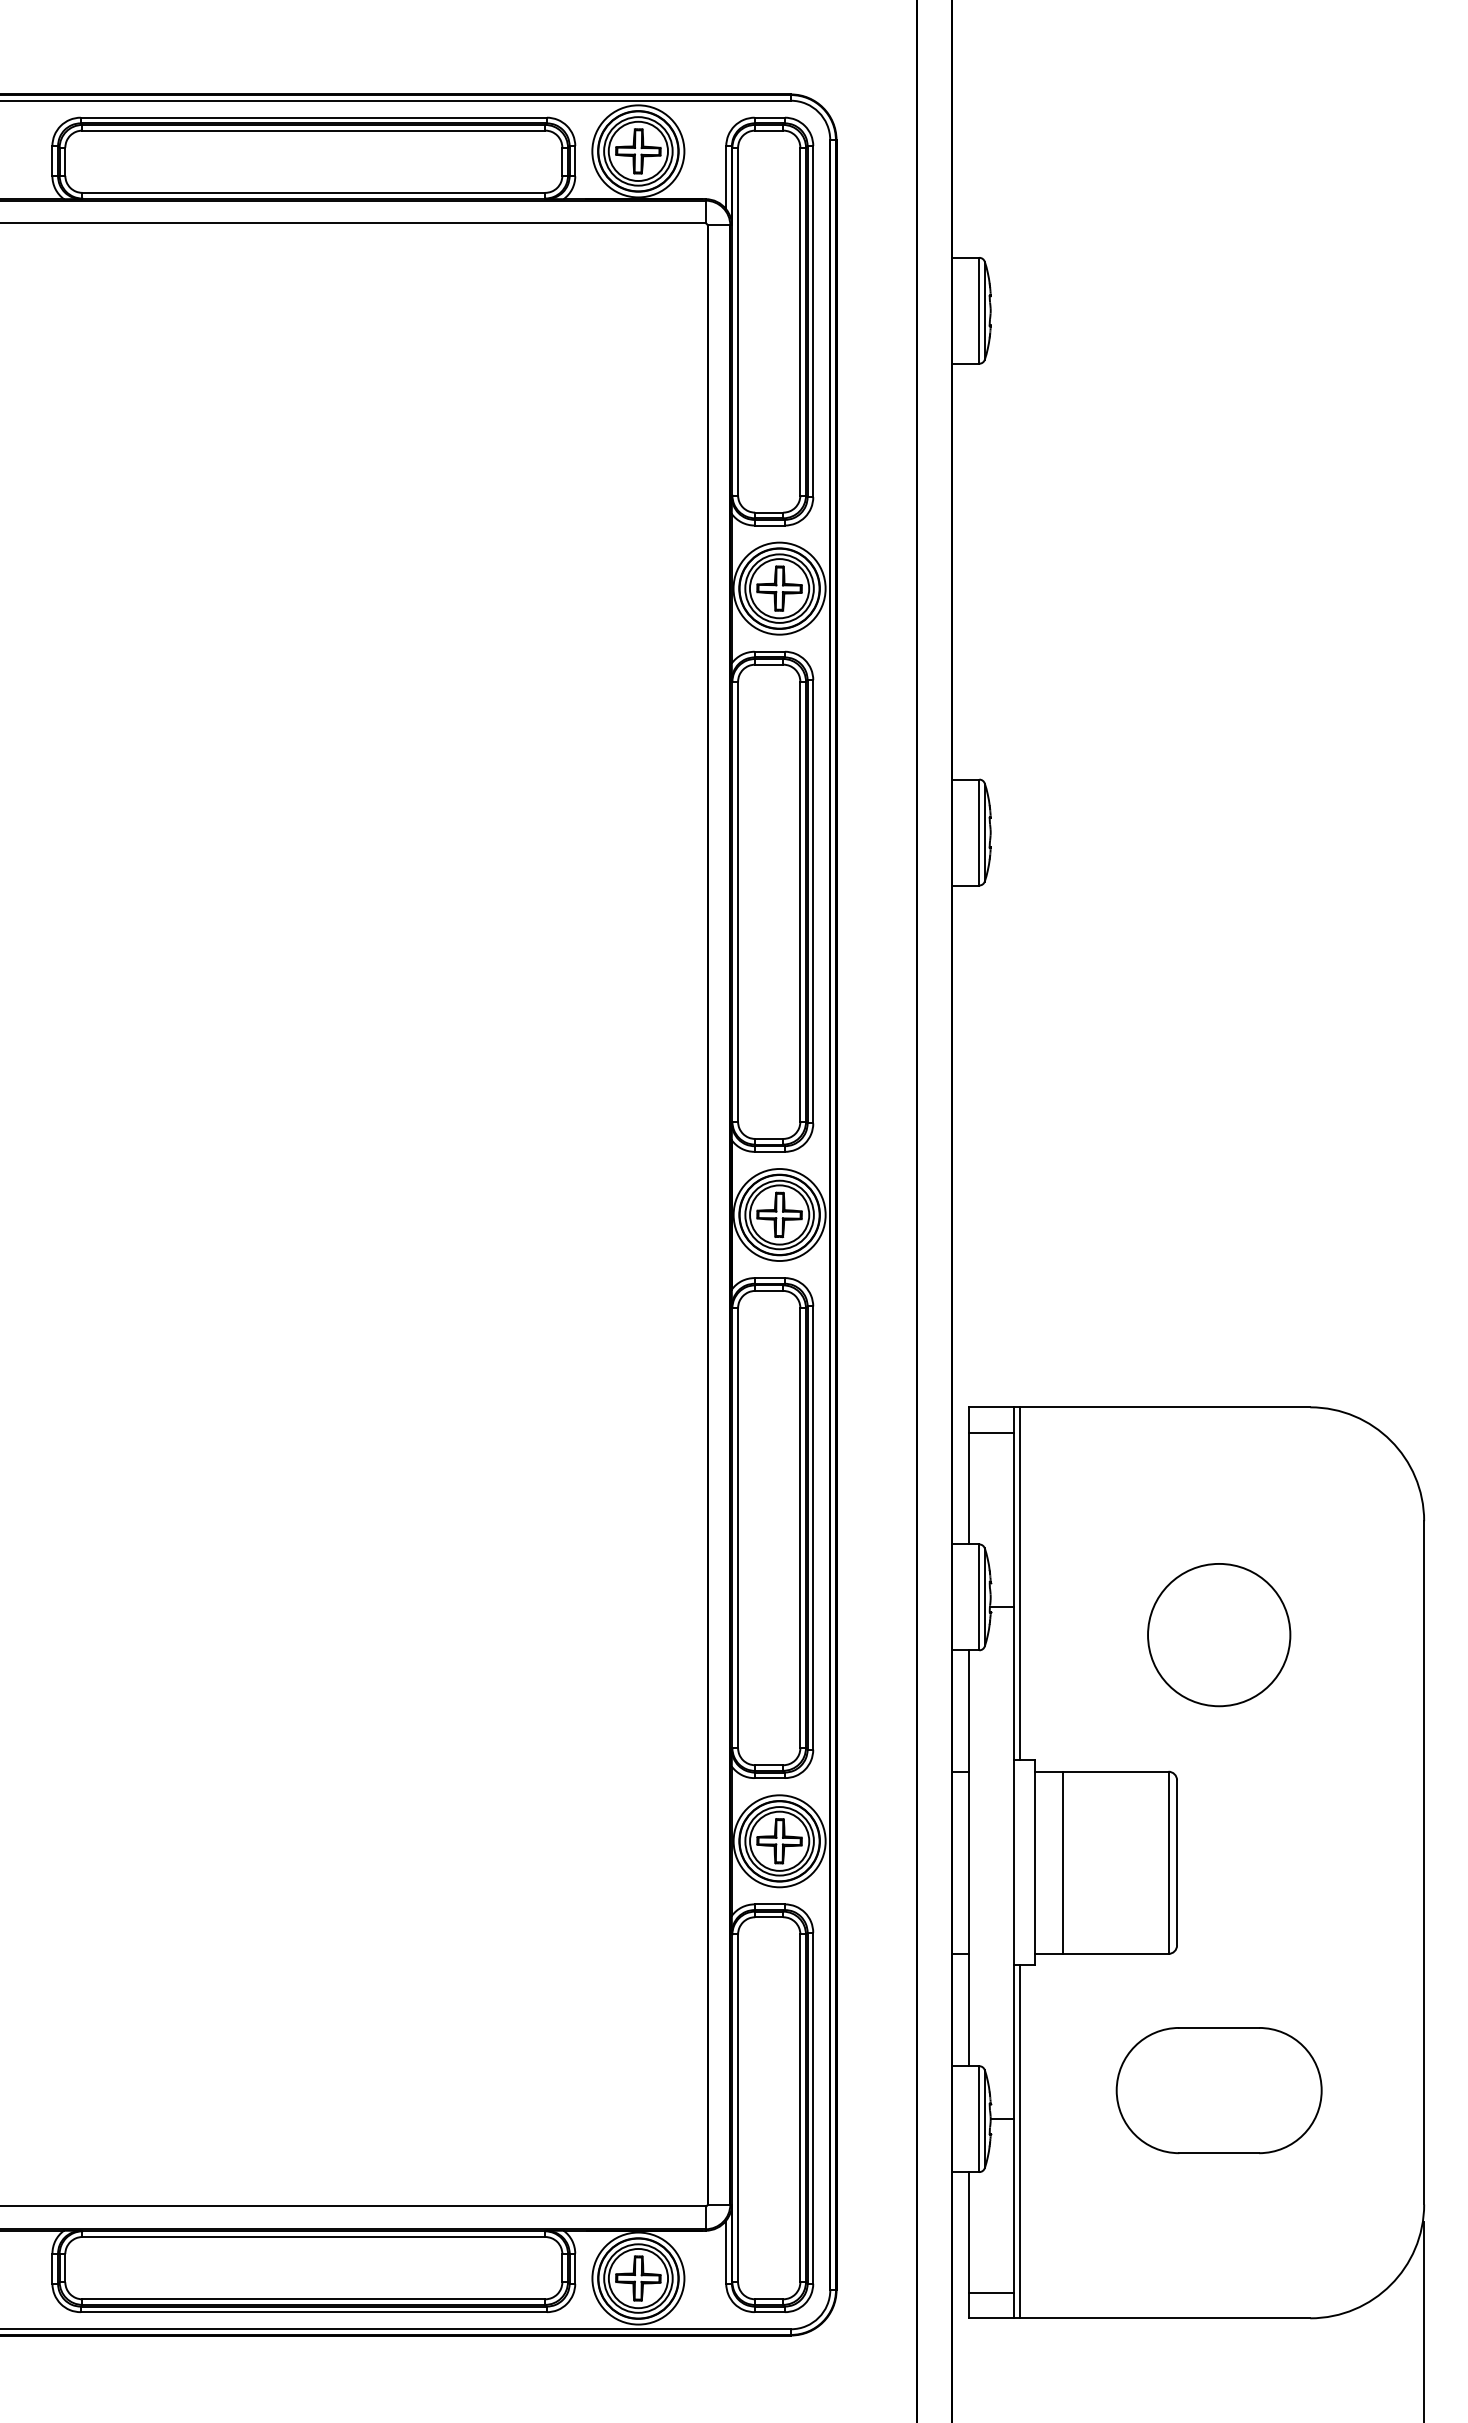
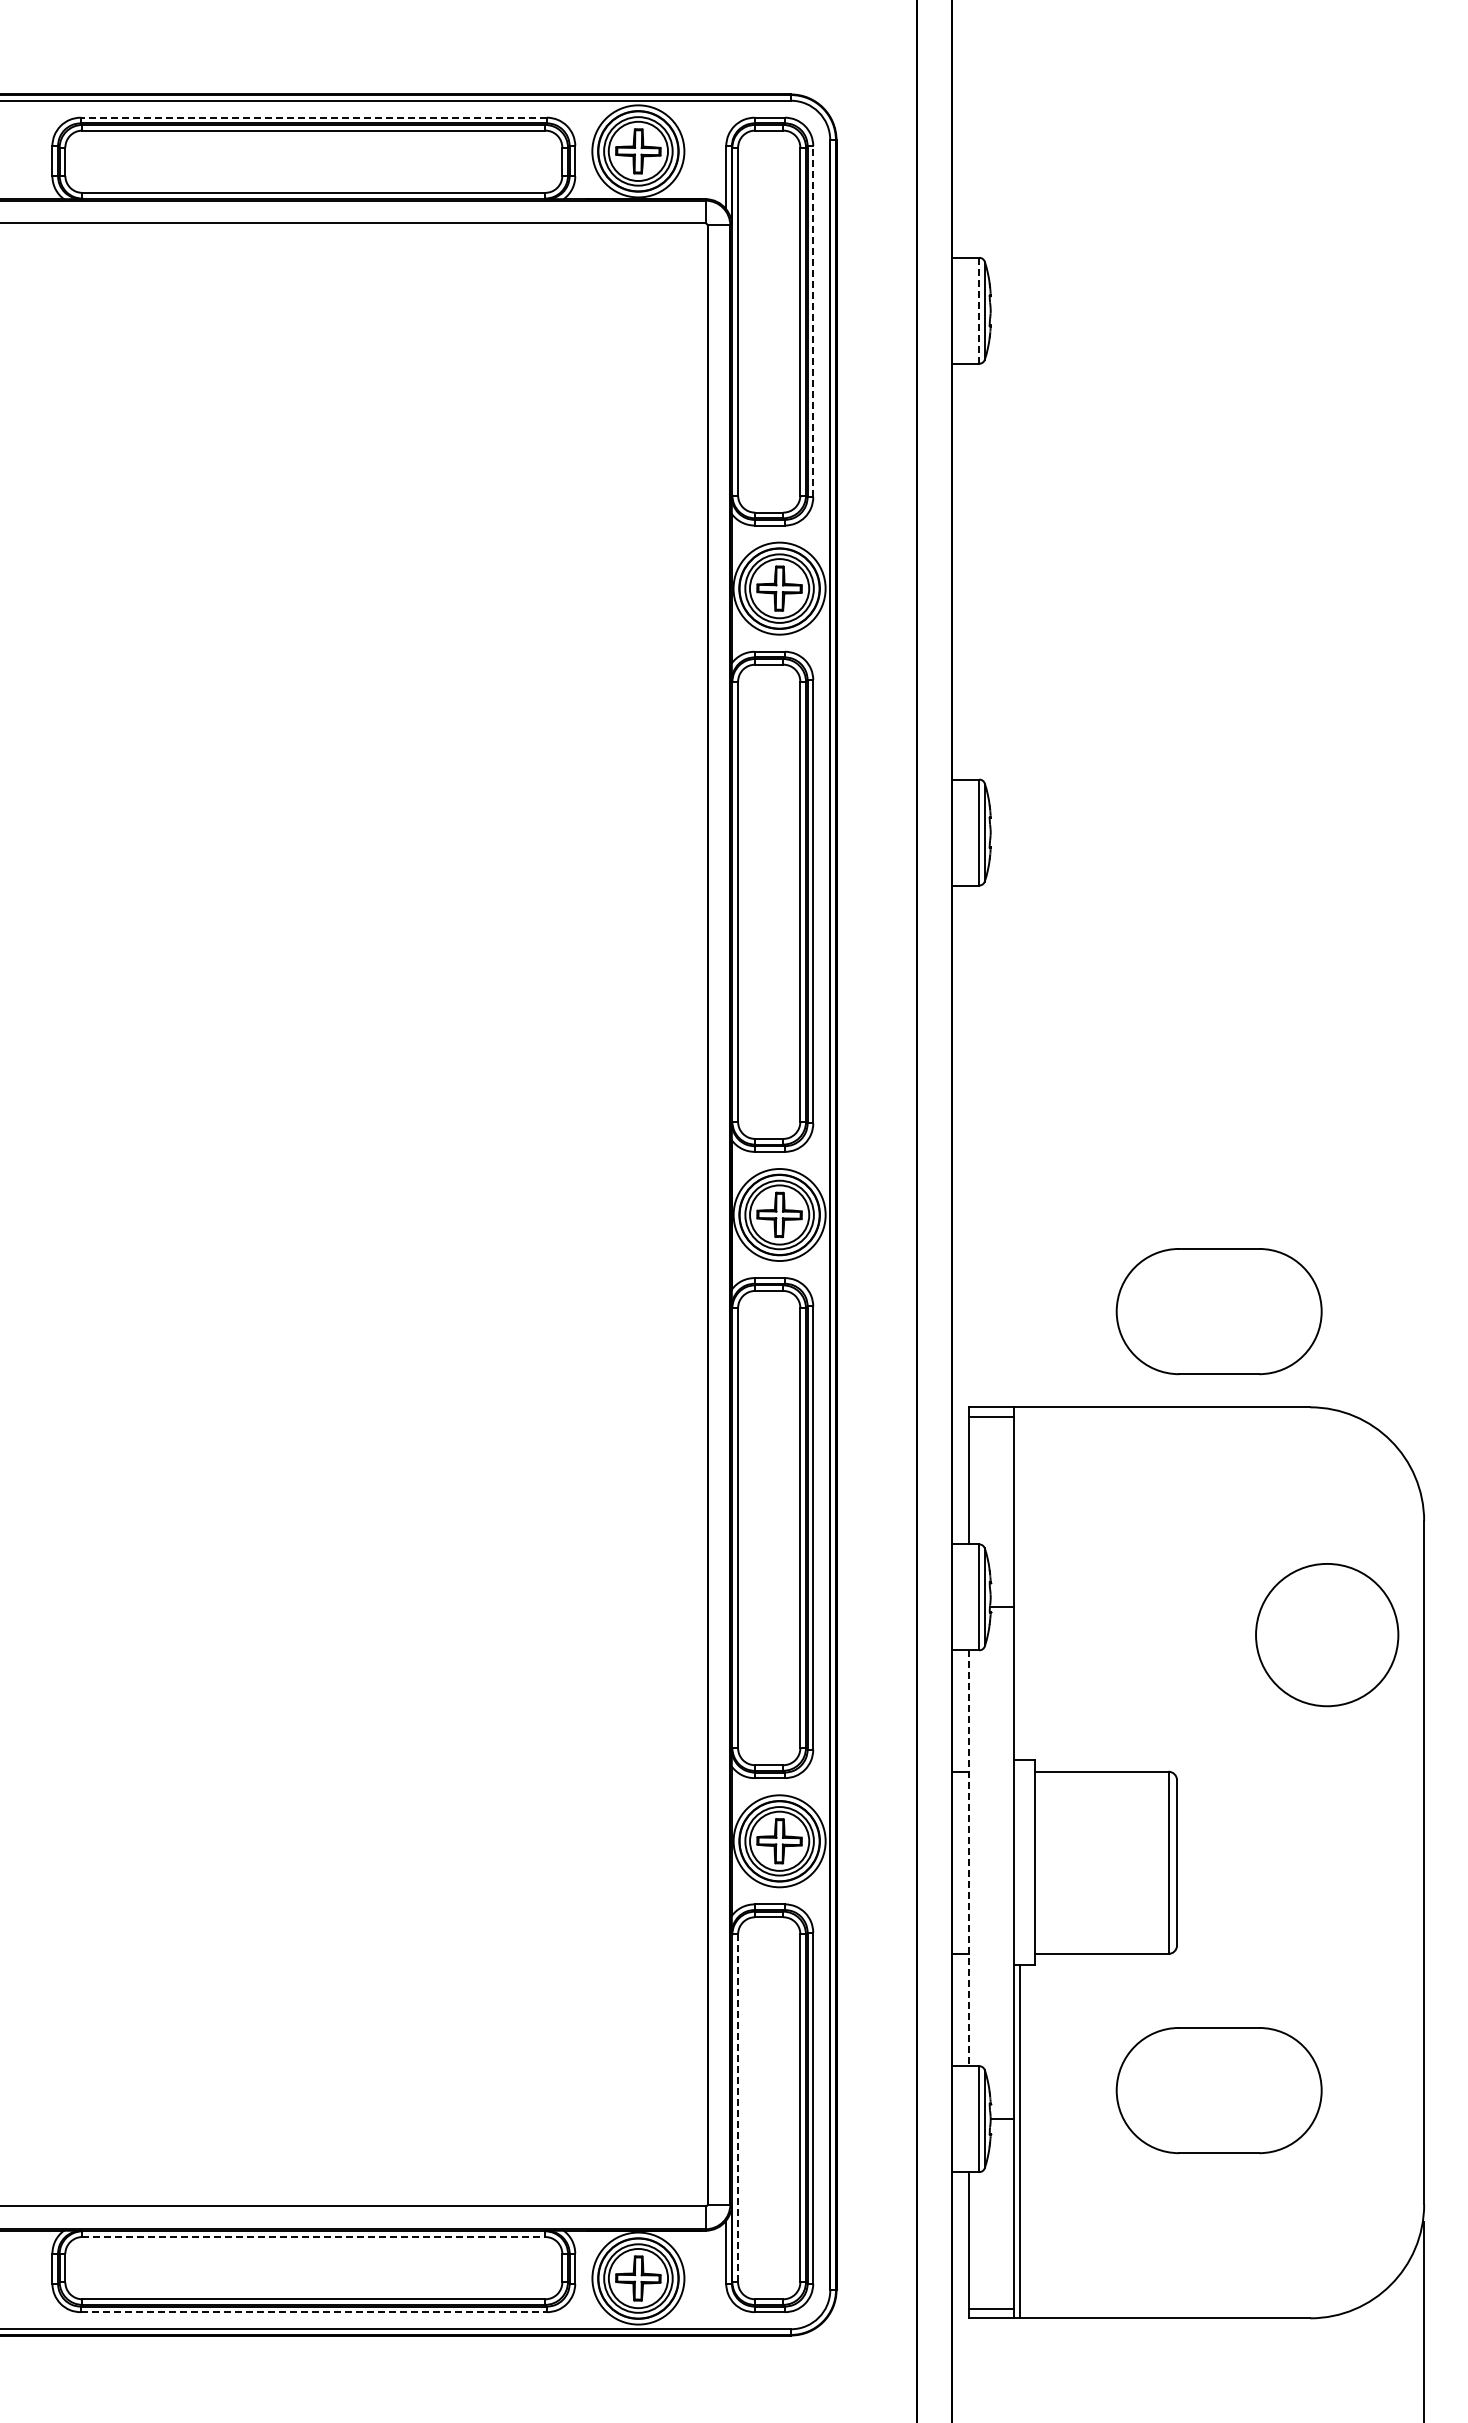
line at (313, 117): solid -> dashed
line at (979, 310): solid -> dashed
line at (813, 321): solid -> dashed
part at (1218, 1311): none -> present
line at (991, 1432) position: (991, 1432) -> (991, 1416)
line at (1019, 1583): present -> none
circle at (1219, 1635) position: (1219, 1635) -> (1327, 1635)
line at (968, 1858): solid -> dashed
line at (1063, 1862): present -> none
line at (738, 2108): solid -> dashed
line at (314, 2237): solid -> dashed
line at (991, 2292) position: (991, 2292) -> (991, 2308)
line at (314, 2312): solid -> dashed
